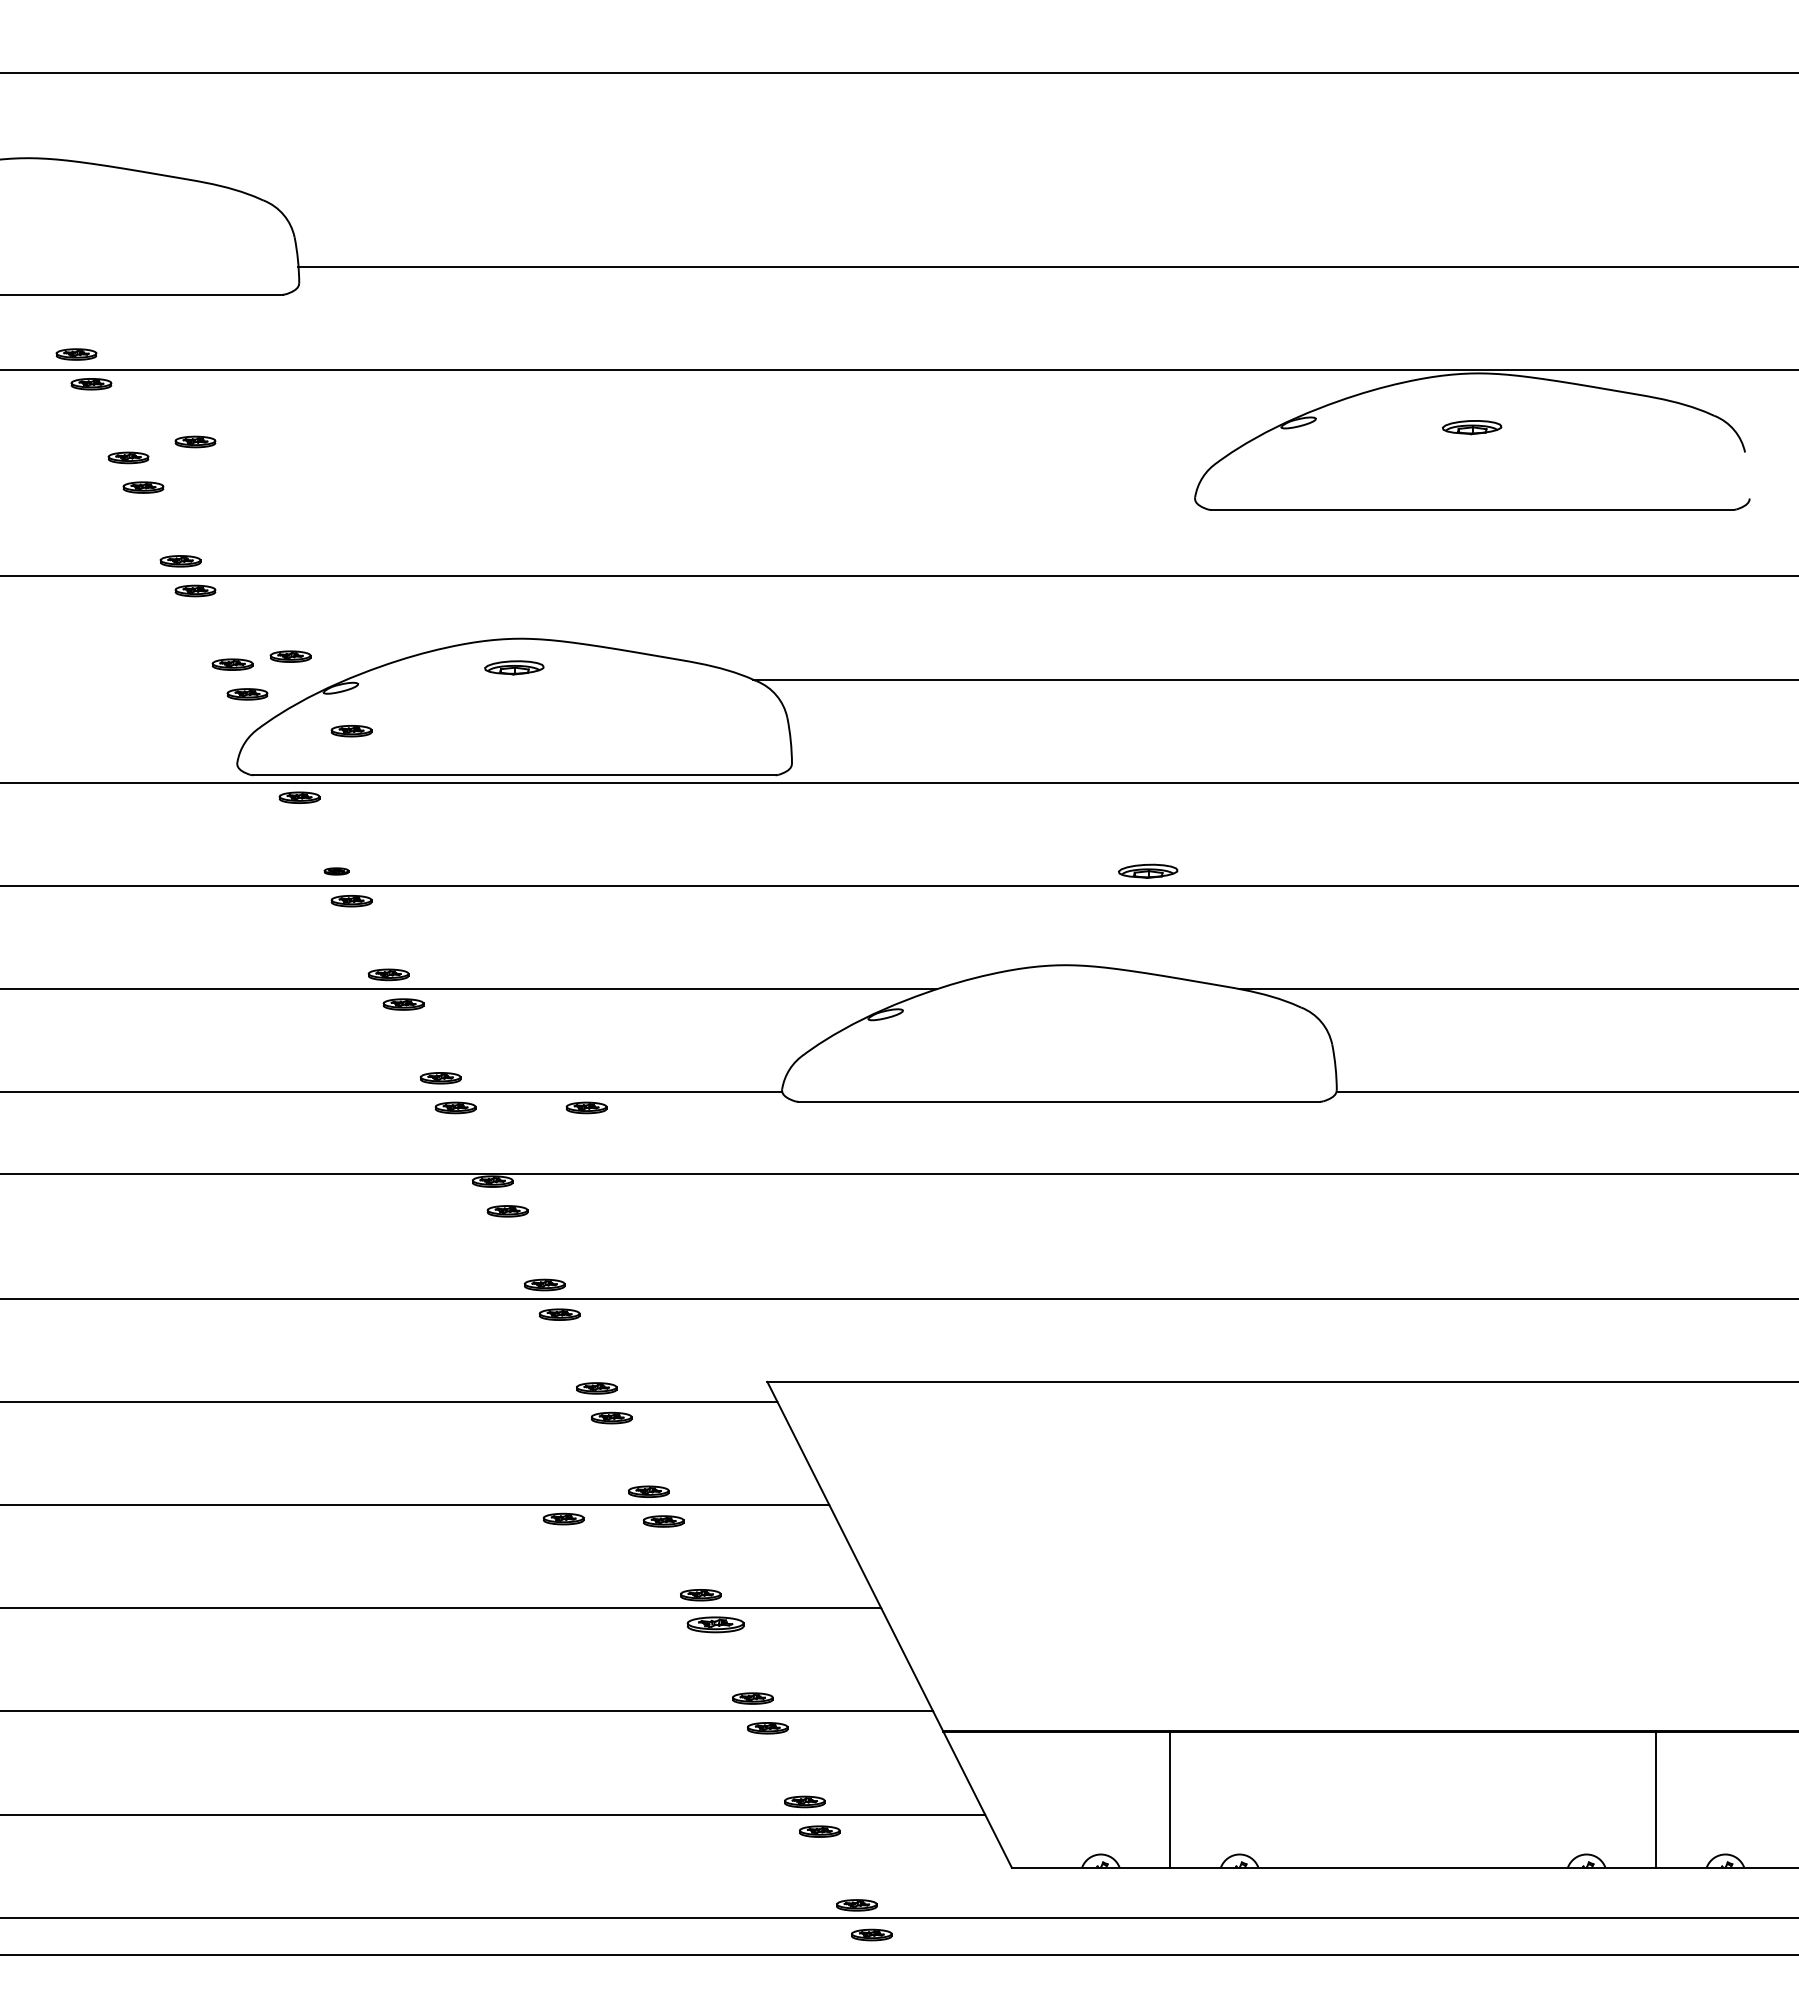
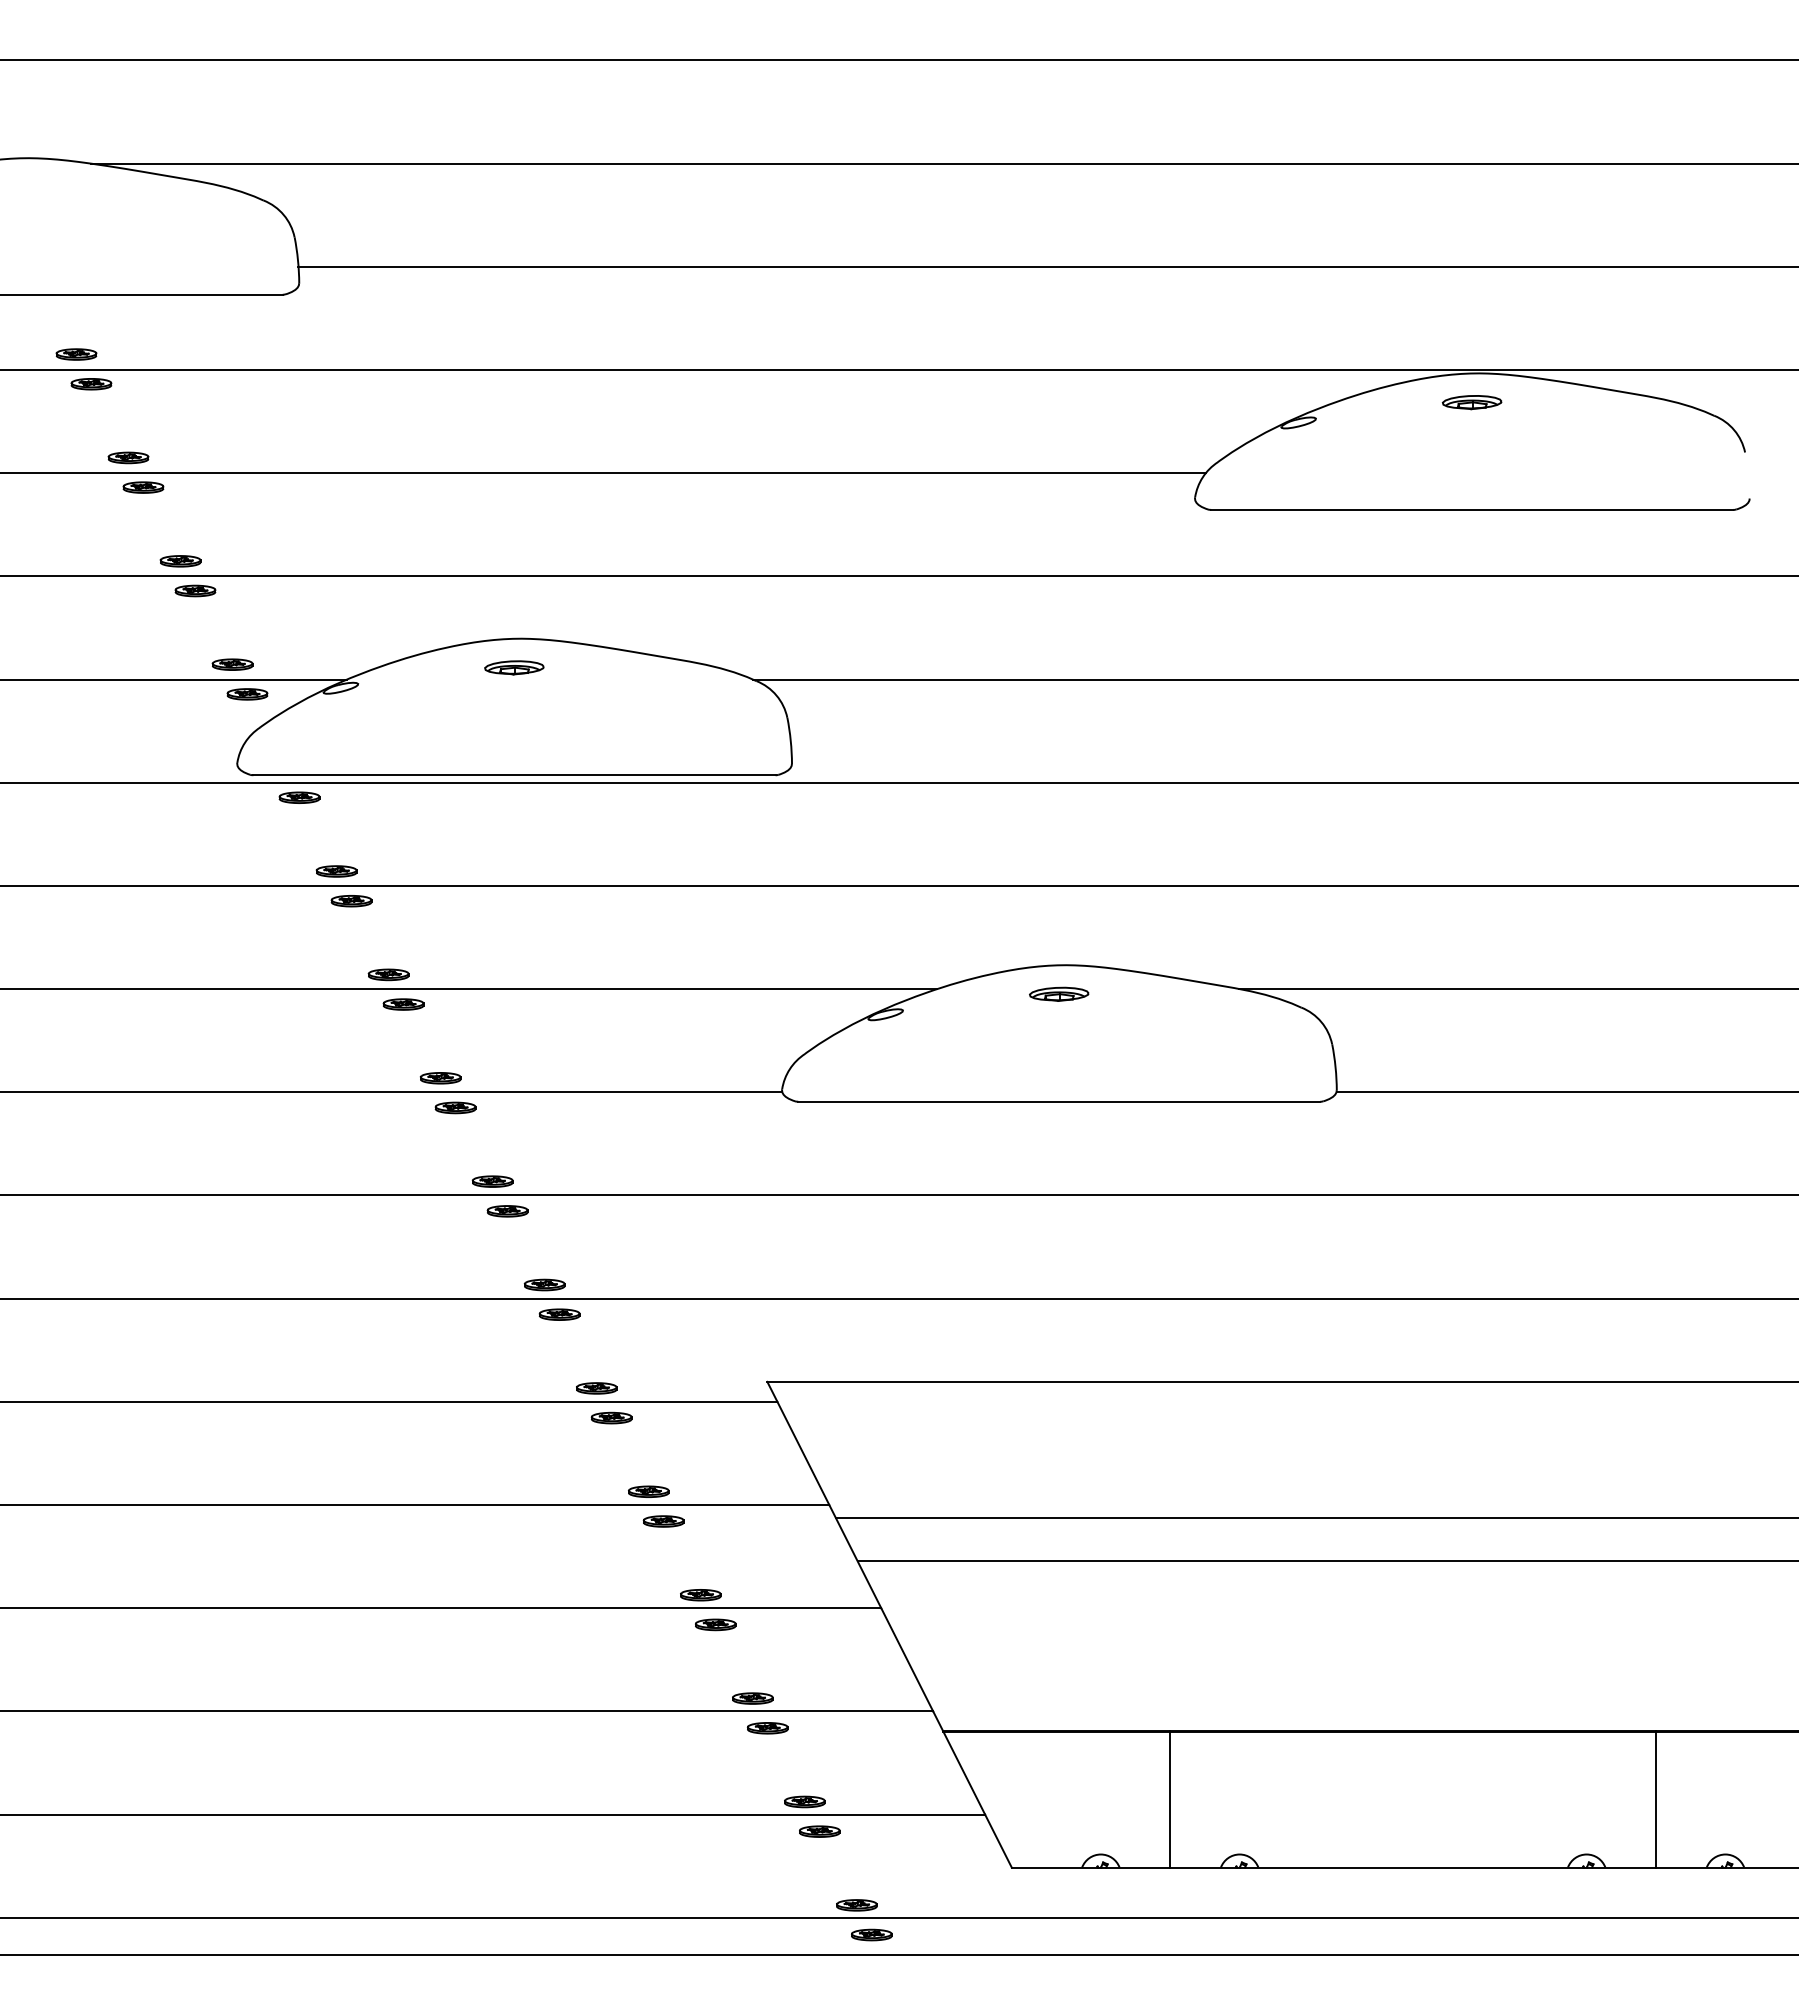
line at (898, 73) position: (898, 73) -> (898, 60)
line at (942, 163): none -> present
part at (1471, 427) position: (1471, 427) -> (1471, 402)
part at (195, 441): present -> none
line at (603, 473): none -> present
part at (290, 656): present -> none
line at (174, 679): none -> present
part at (351, 731): present -> none
part at (1148, 870) position: (1148, 870) -> (1059, 993)
part at (336, 871) size: 27x9 px -> 43x13 px
part at (586, 1107): present -> none
line at (898, 1174) position: (898, 1174) -> (898, 1195)
line at (1315, 1517): none -> present
part at (563, 1518): present -> none
line at (1326, 1561): none -> present
part at (715, 1624) size: 59x18 px -> 42x14 px
